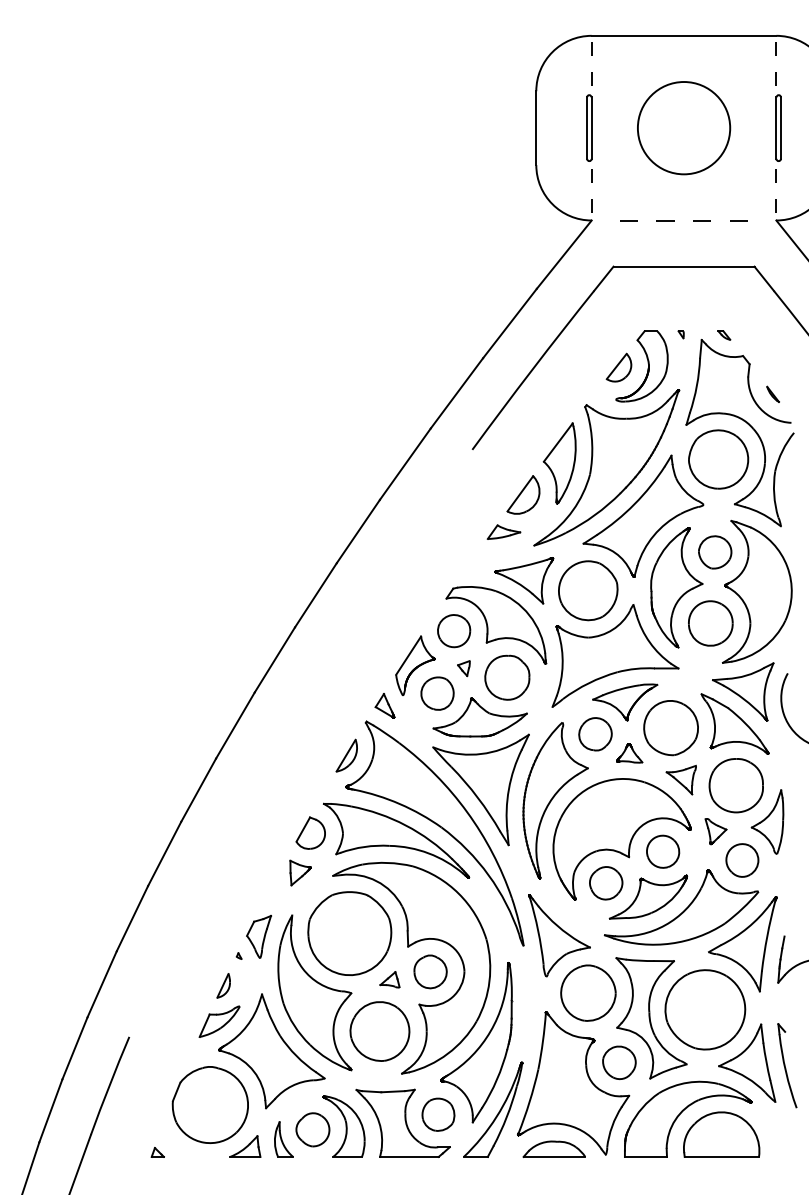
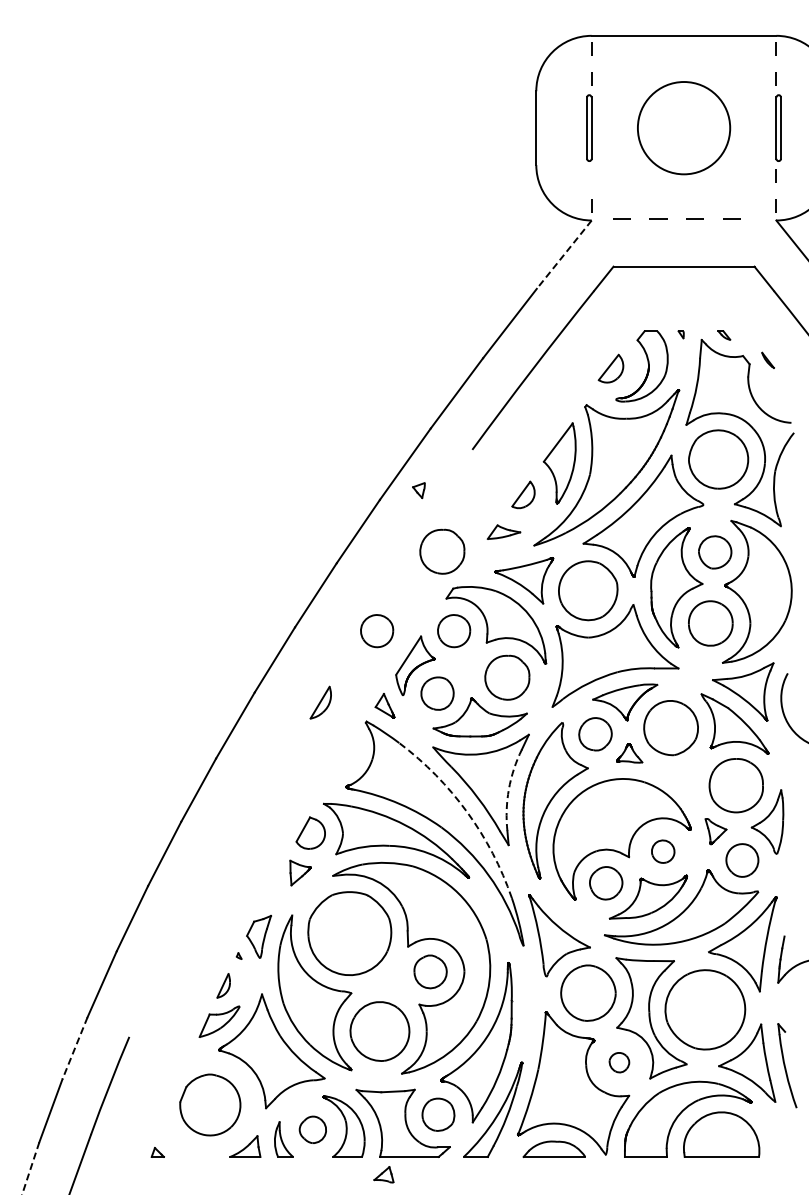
line at (591, 175): present -> none
line at (674, 220) position: (674, 220) -> (667, 218)
line at (564, 254): solid -> dashed
part at (618, 367) position: (618, 367) -> (610, 368)
line at (772, 393) position: (772, 393) -> (767, 359)
part at (523, 494) size: 35x40 px -> 25x30 px
part at (442, 551): none -> present
part at (377, 631): none -> present
part at (463, 668) position: (463, 668) -> (418, 490)
part at (346, 755) position: (346, 755) -> (320, 702)
part at (680, 779): present -> none
arc at (508, 789): solid -> dashed
arc at (467, 812): solid -> dashed
part at (663, 851) size: 35x35 px -> 25x25 px
part at (389, 979) position: (389, 979) -> (383, 1174)
line at (75, 1048): solid -> dashed
part at (619, 1062) size: 35x35 px -> 23x22 px
part at (209, 1104) size: 78x78 px -> 63x64 px
part at (312, 1129) size: 36x36 px -> 29x29 px
line at (30, 1168): solid -> dashed
